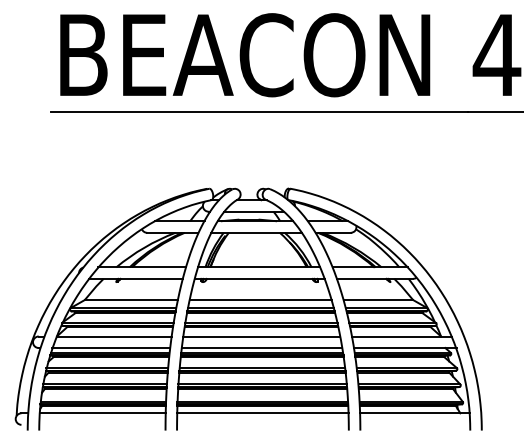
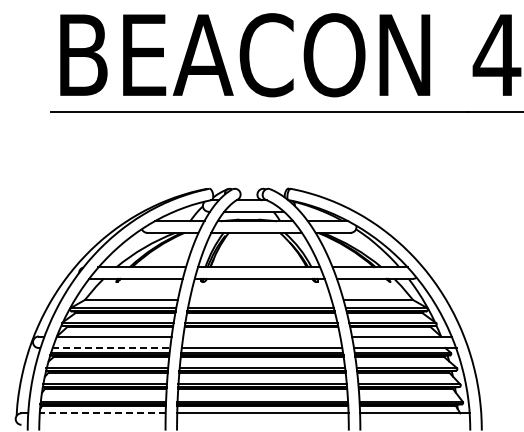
line at (260, 300): present -> none
line at (261, 336): present -> none
line at (111, 348): solid -> dashed
line at (102, 413): solid -> dashed
